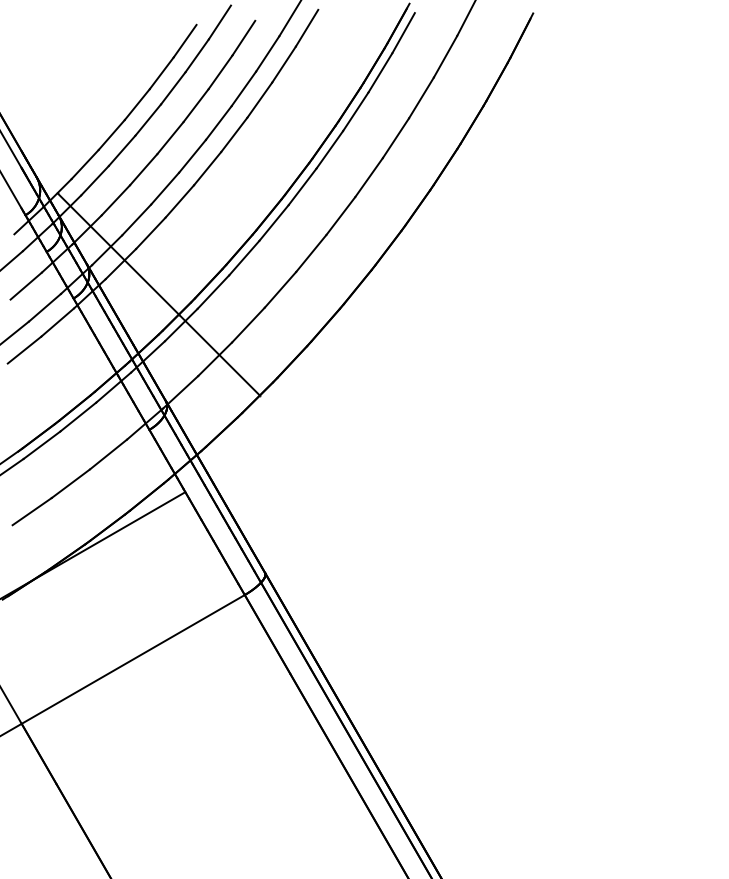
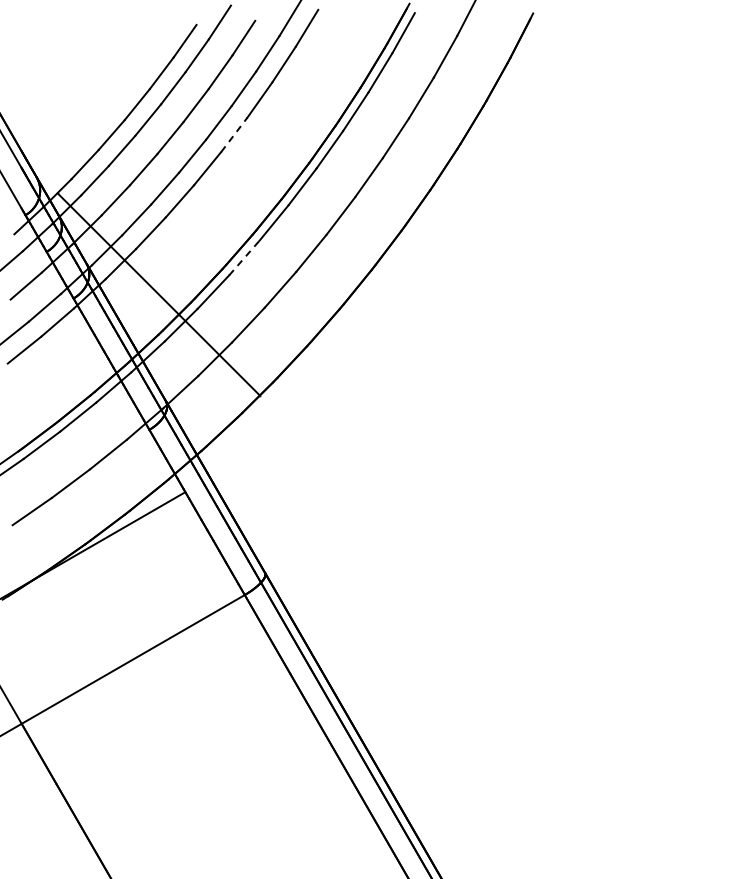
line at (234, 134): solid -> dashed
line at (244, 257): solid -> dashed
